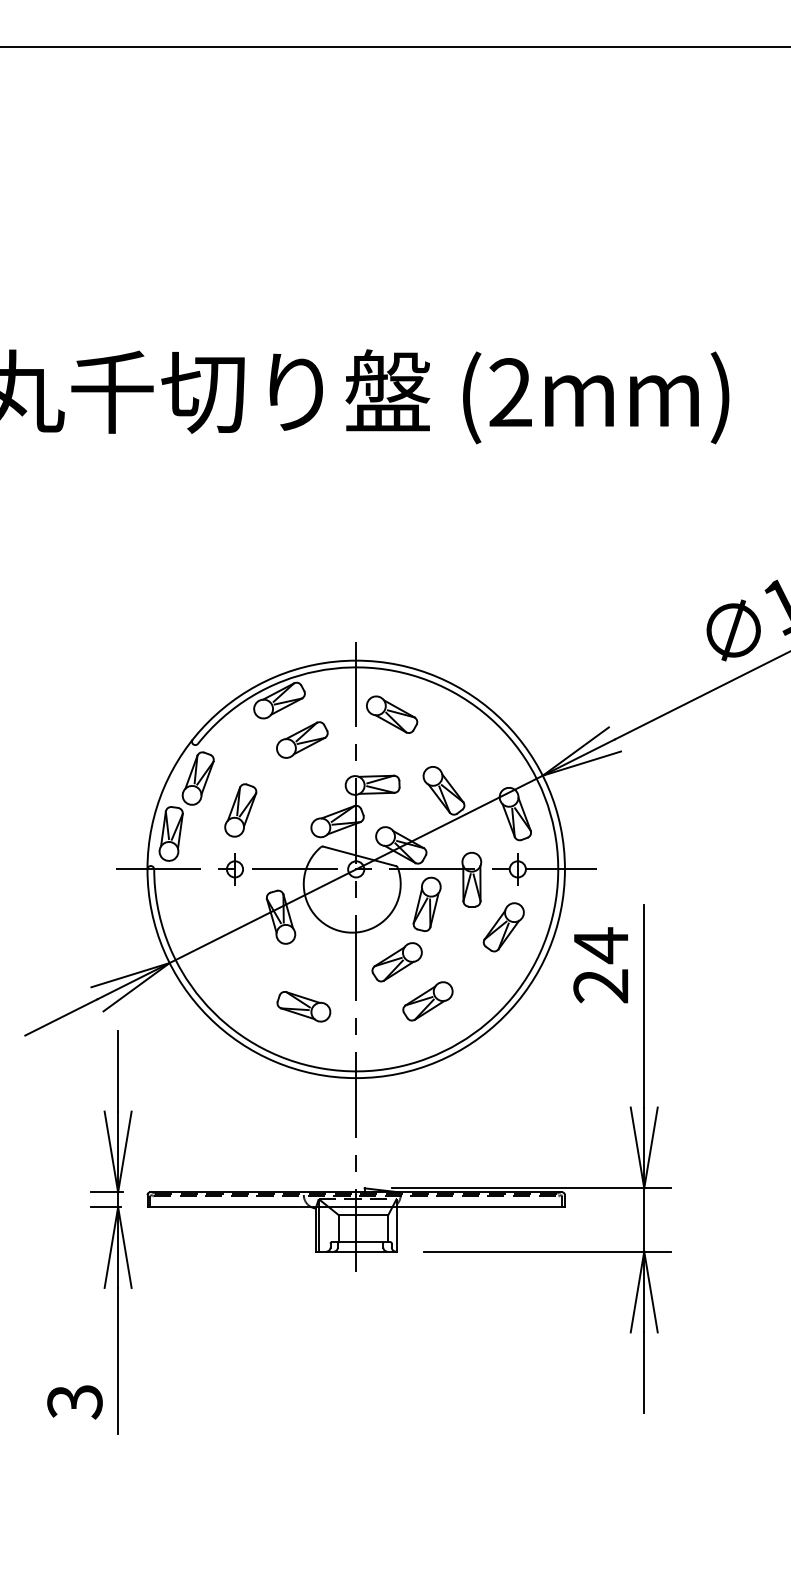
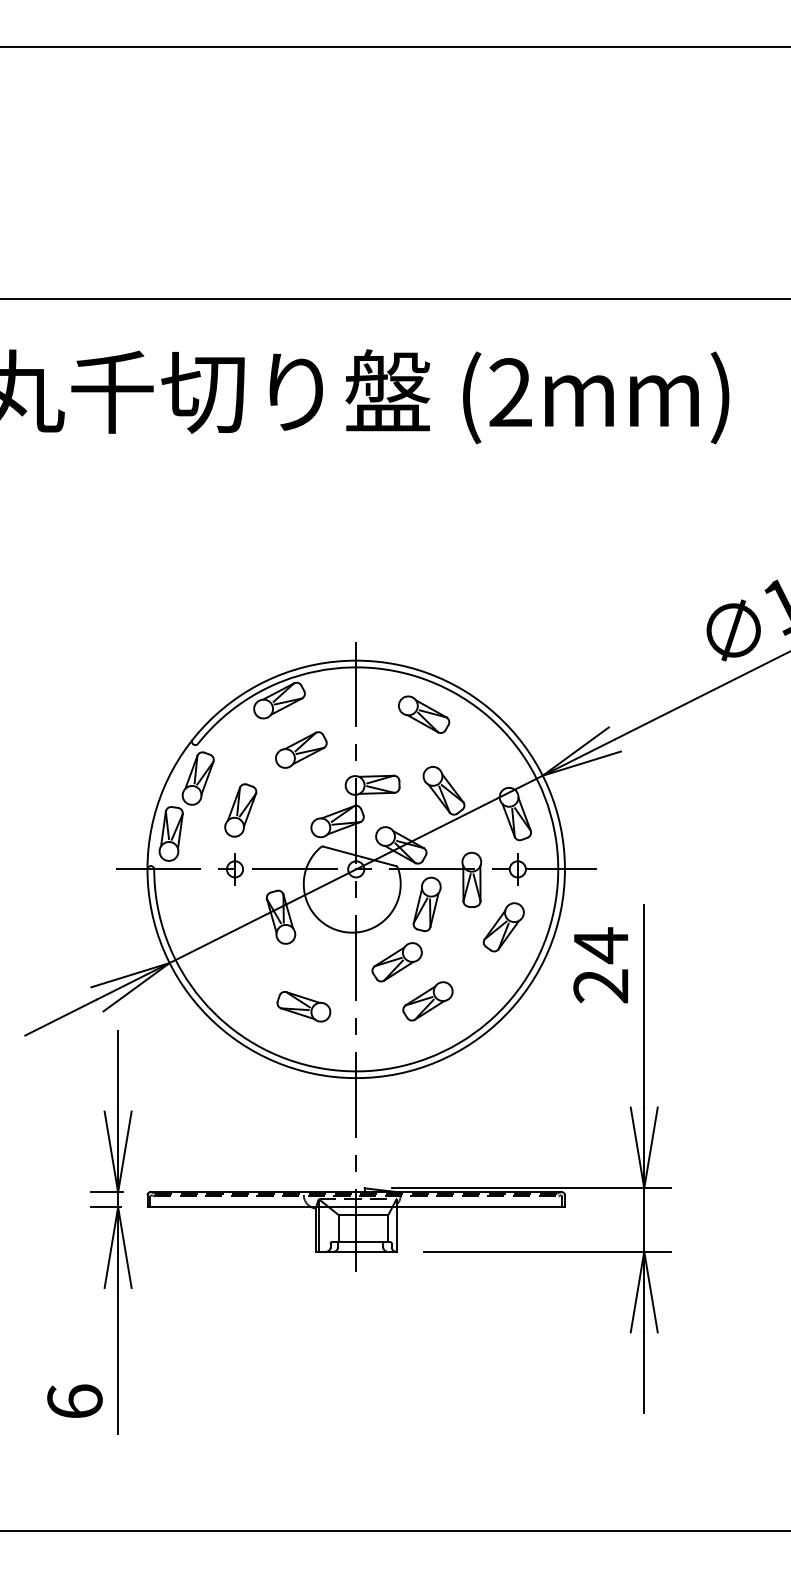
line at (394, 299): none -> present
part at (392, 714) position: (392, 714) -> (424, 714)
part at (302, 739) position: (302, 739) -> (301, 749)
text at (74, 1401): 3 -> 6
line at (394, 1530): none -> present
